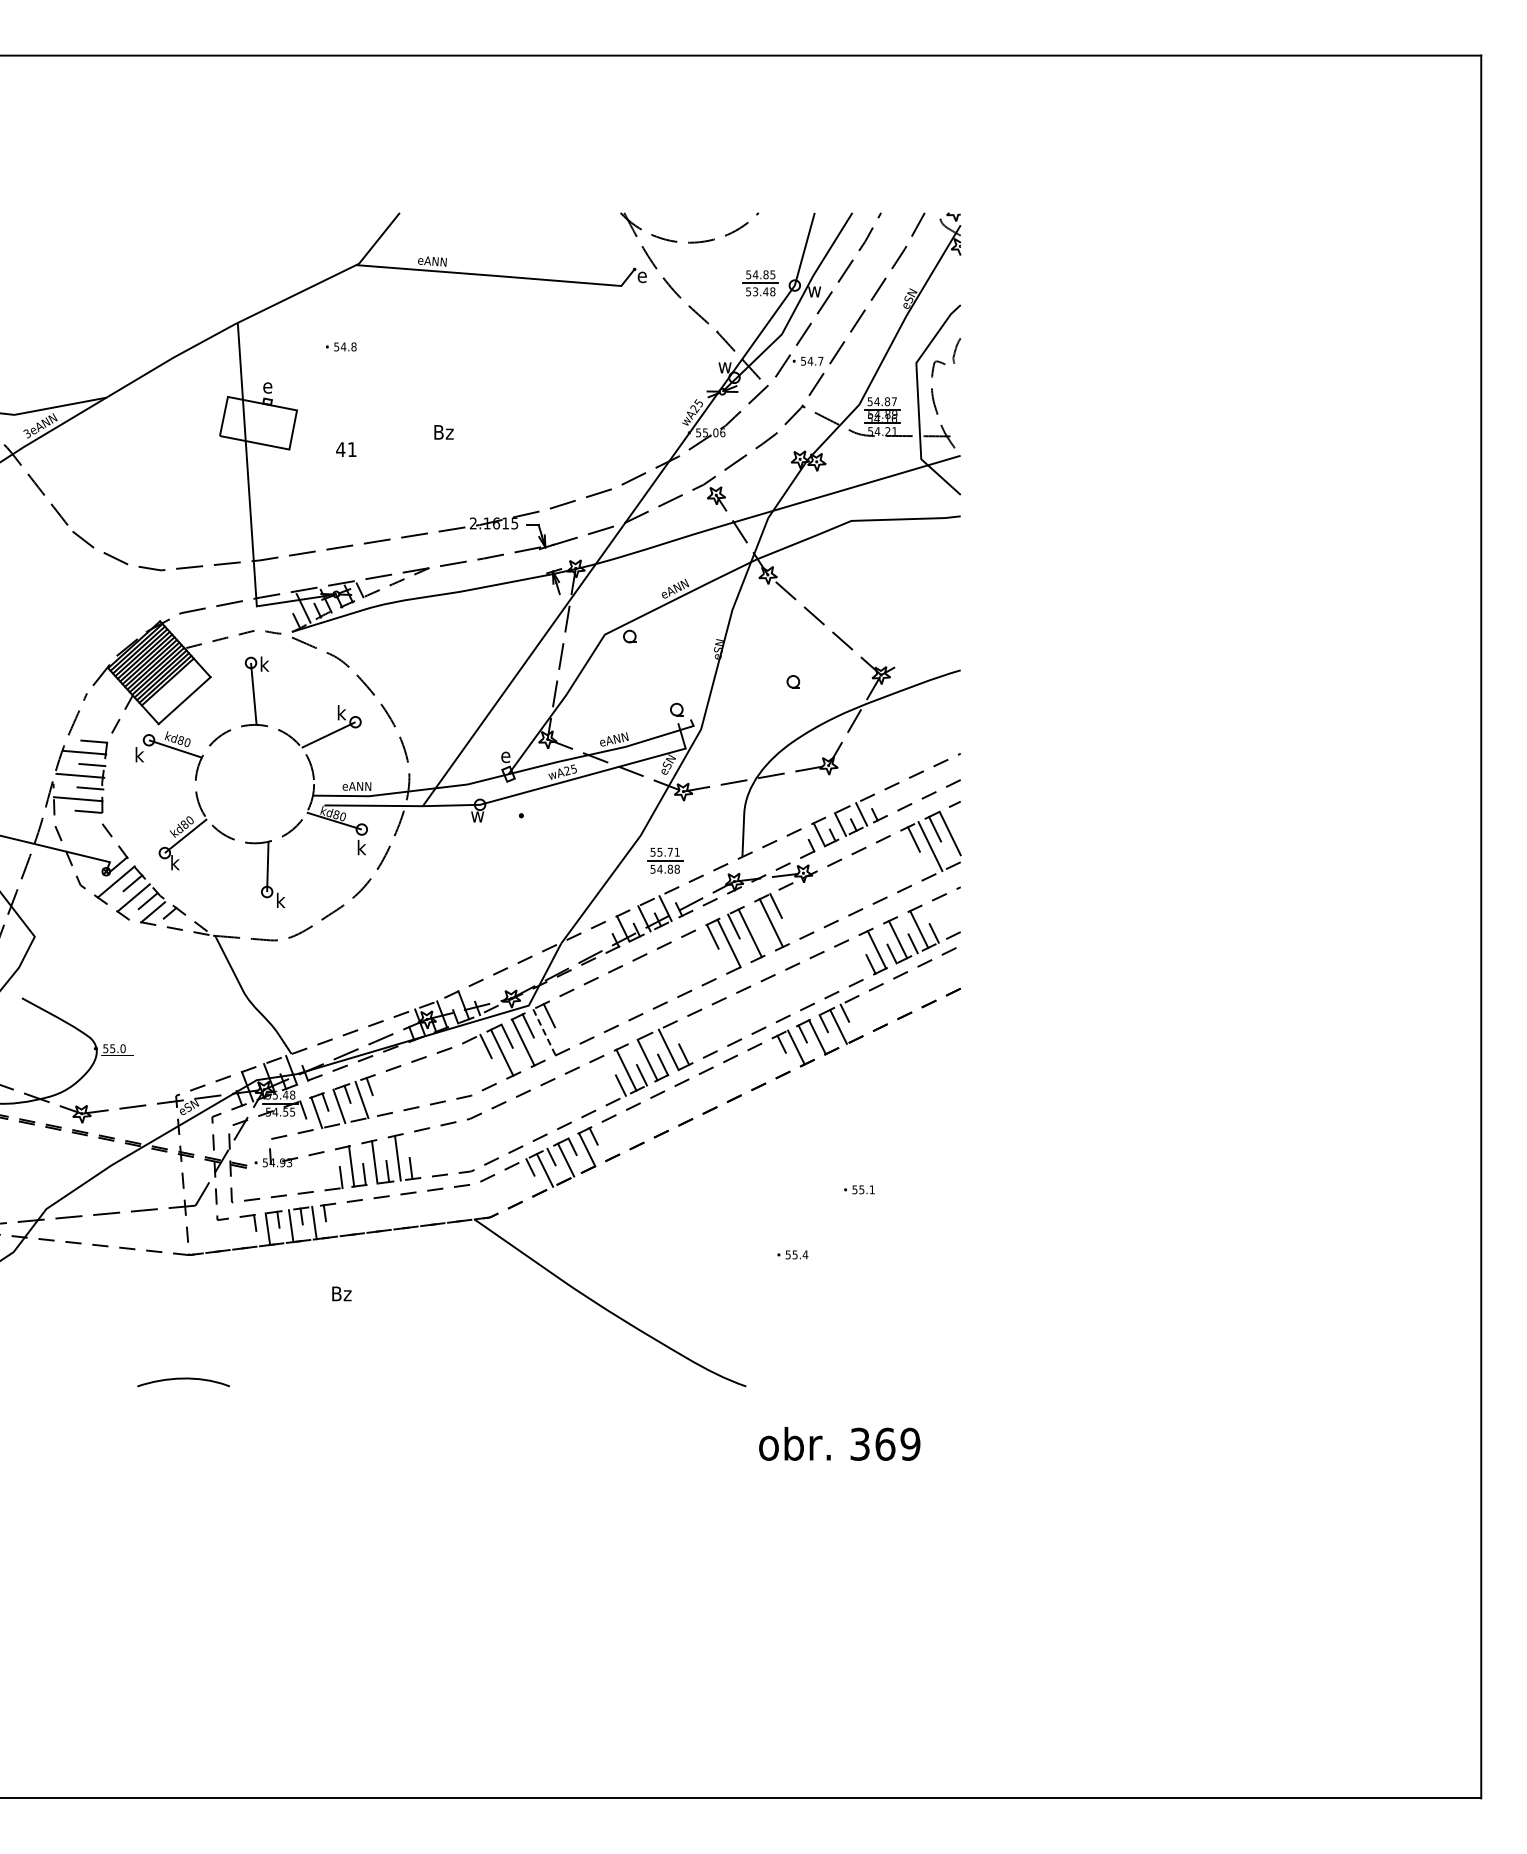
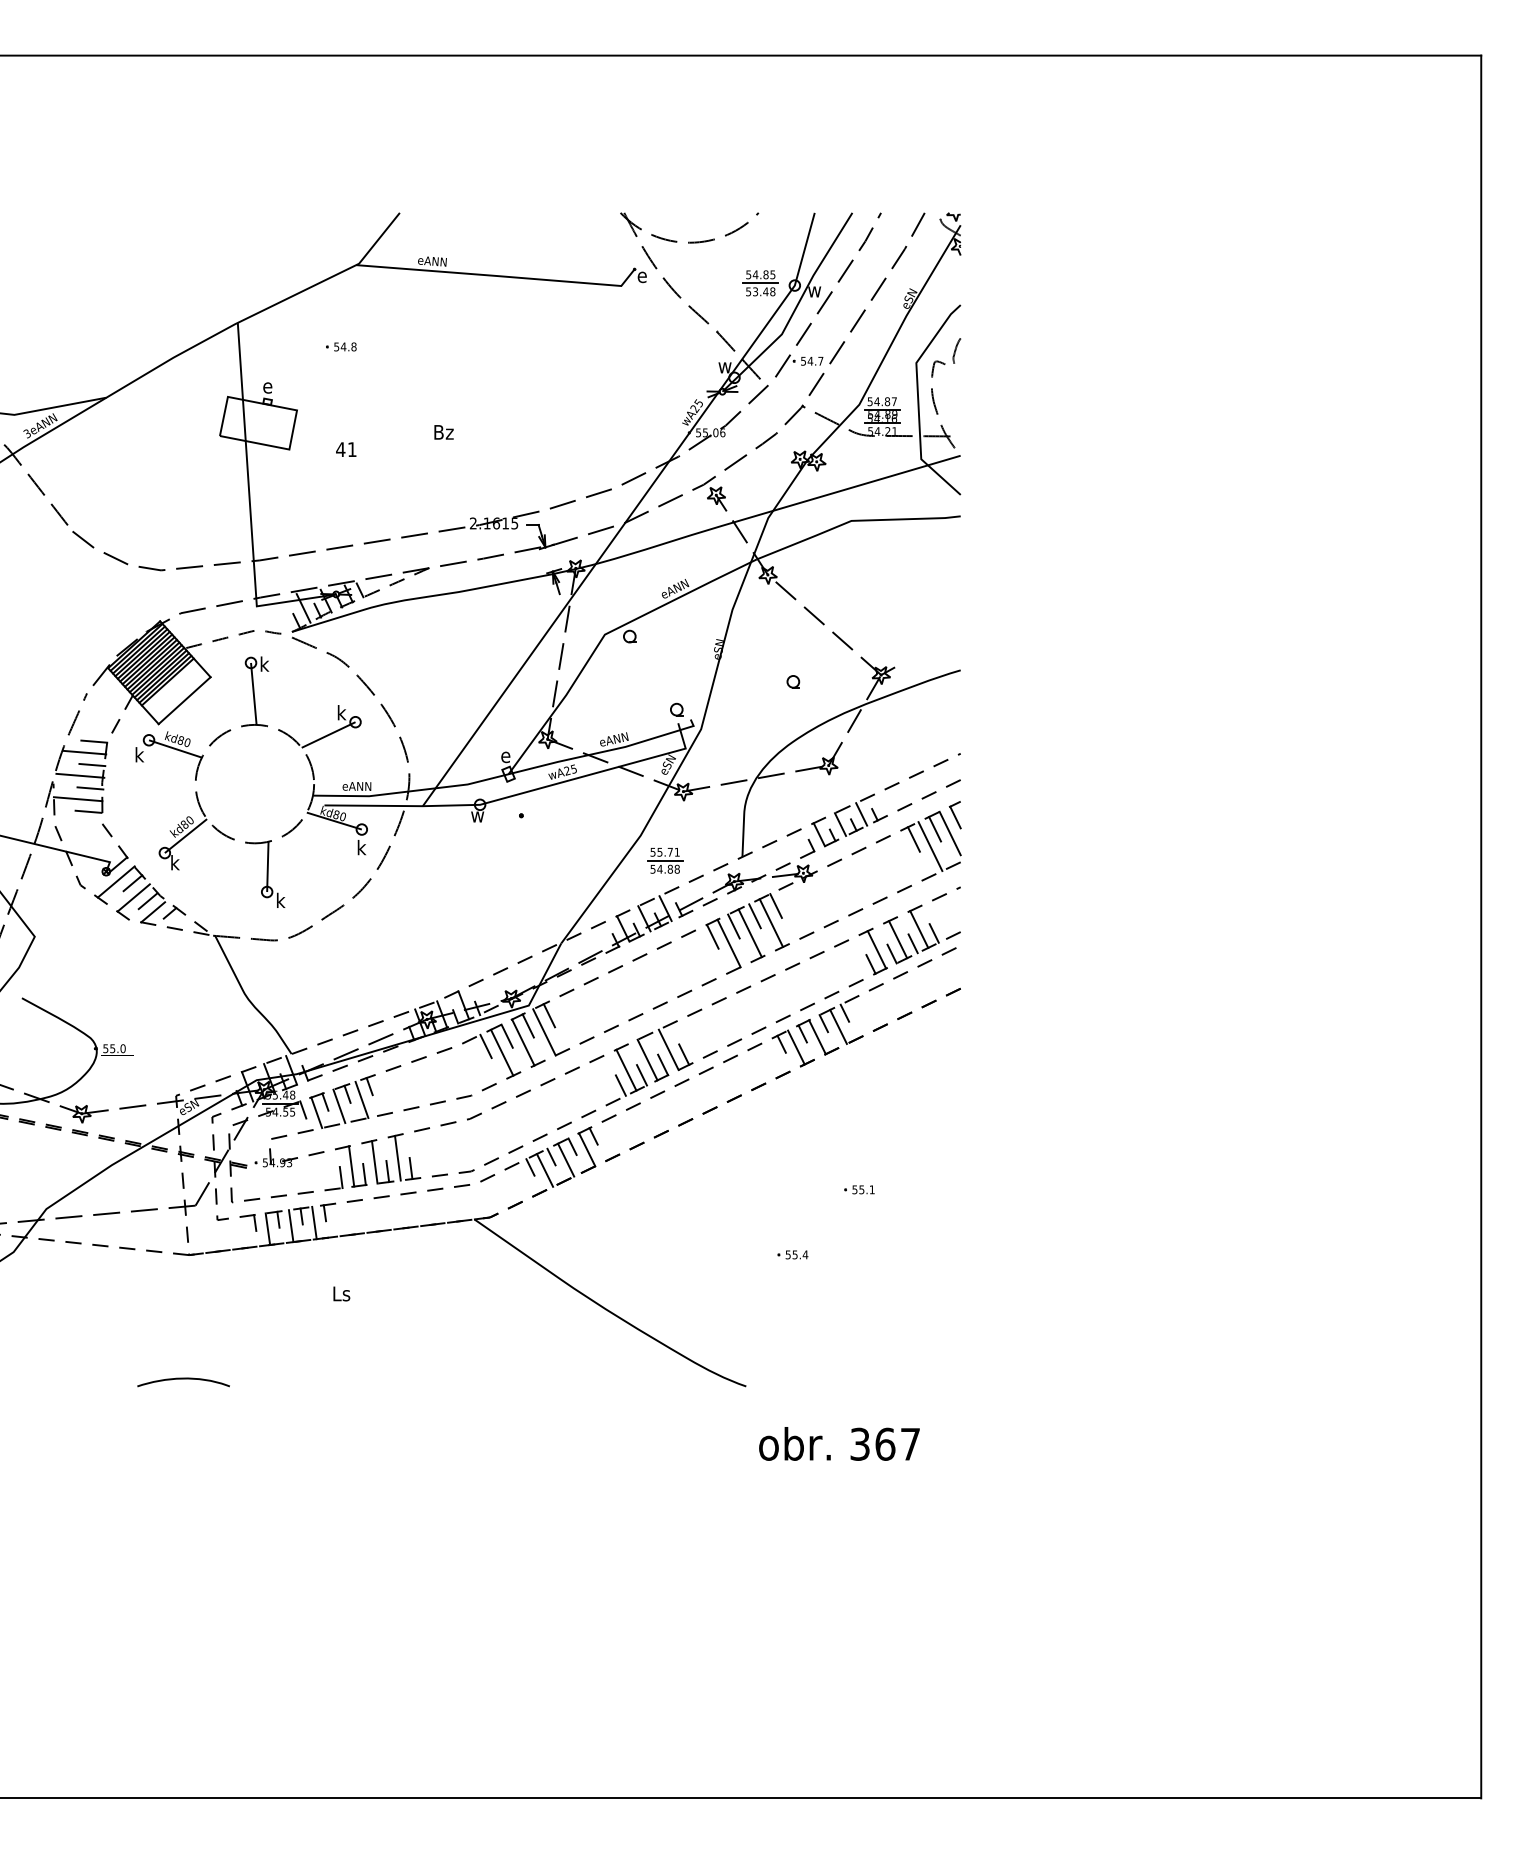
line at (955, 817): none -> present
line at (754, 916): none -> present
line at (544, 1032): dashed -> solid
text at (341, 1293): Bz -> Ls
text at (910, 1443): 369 -> 367
